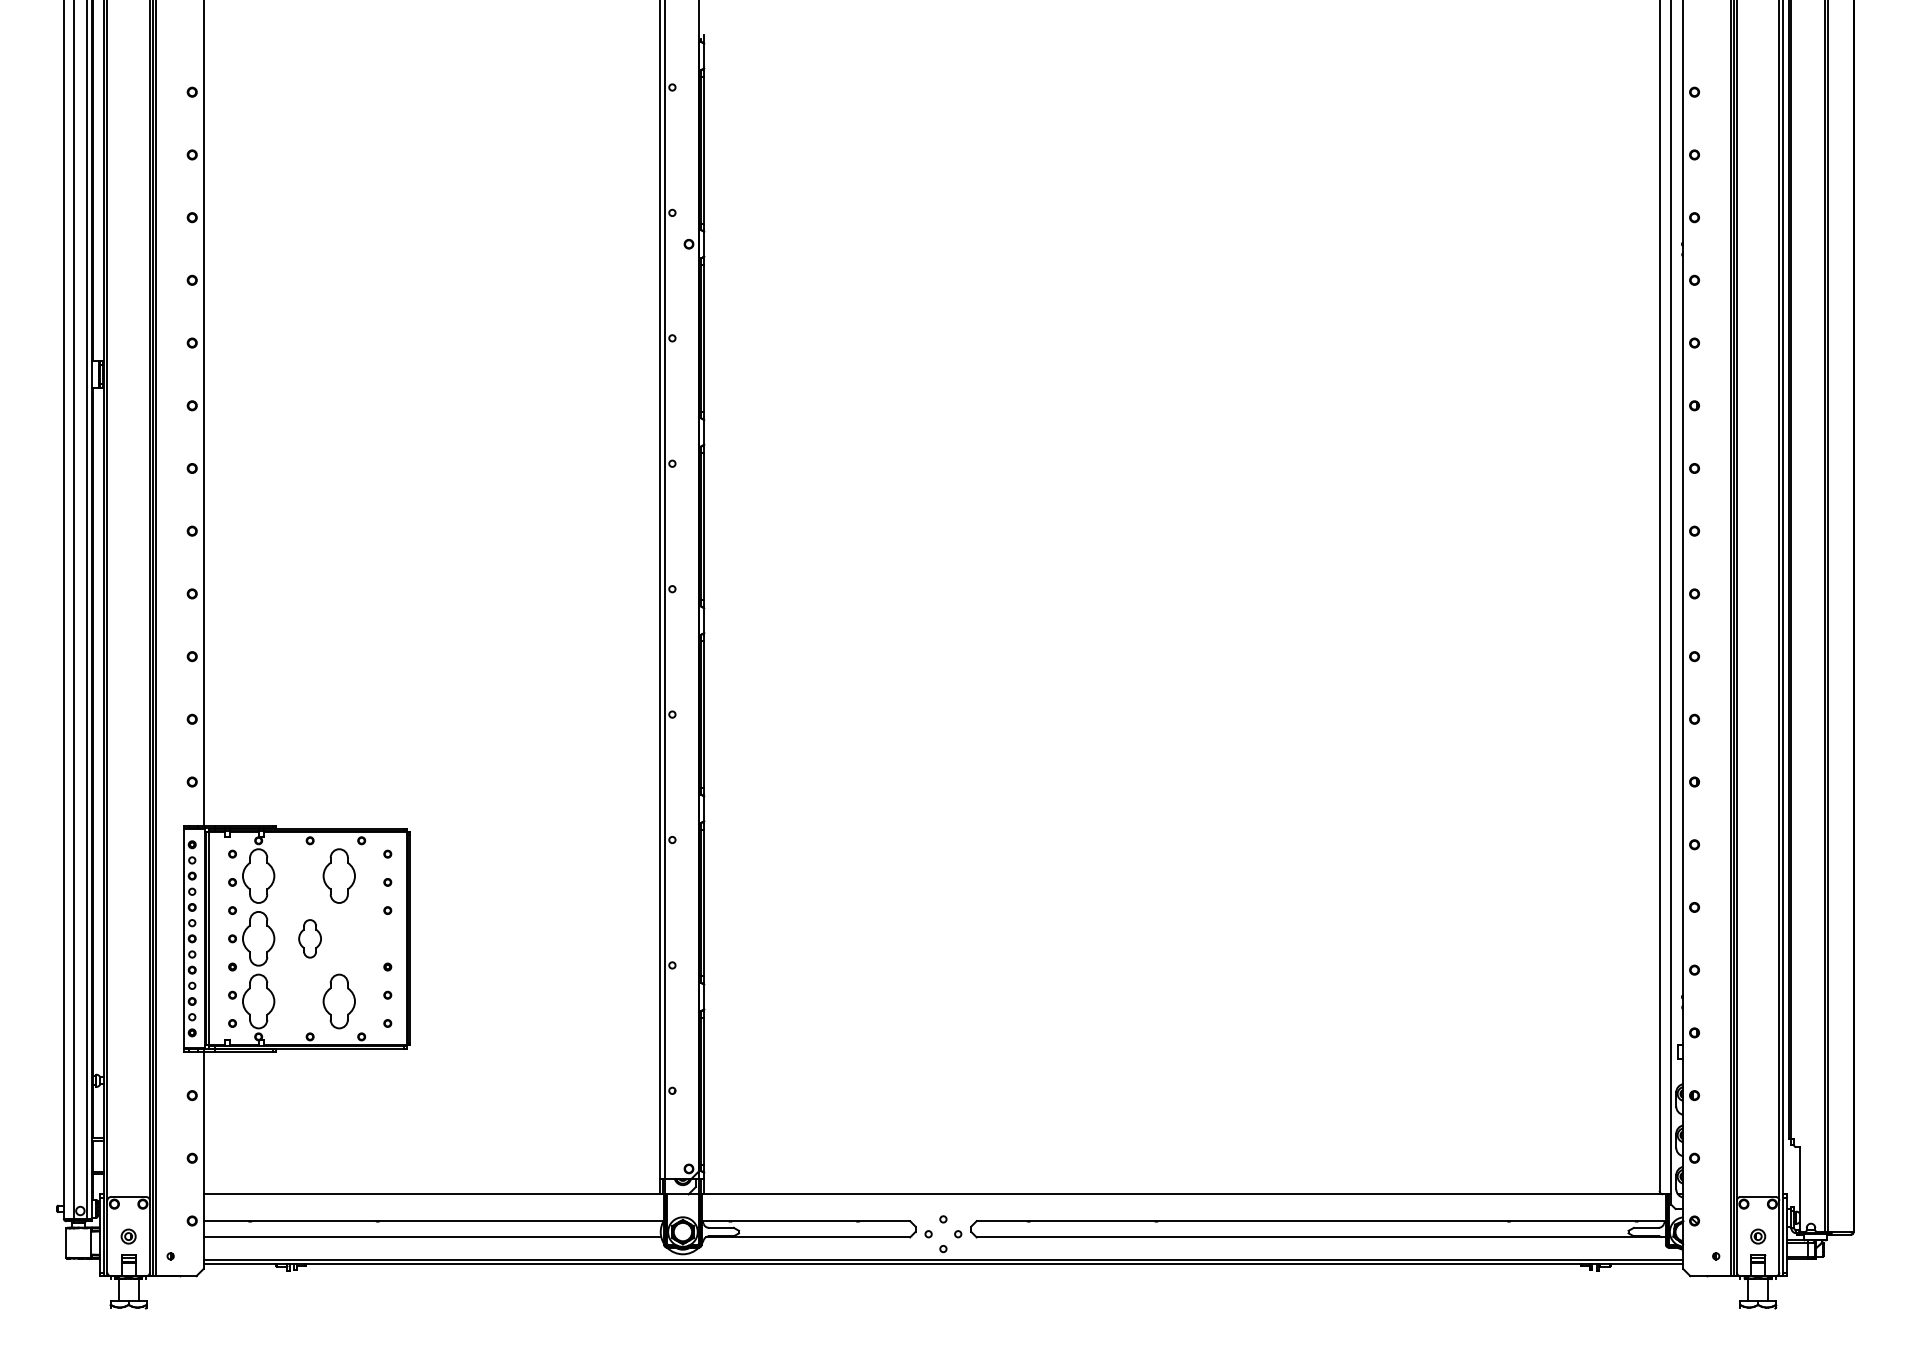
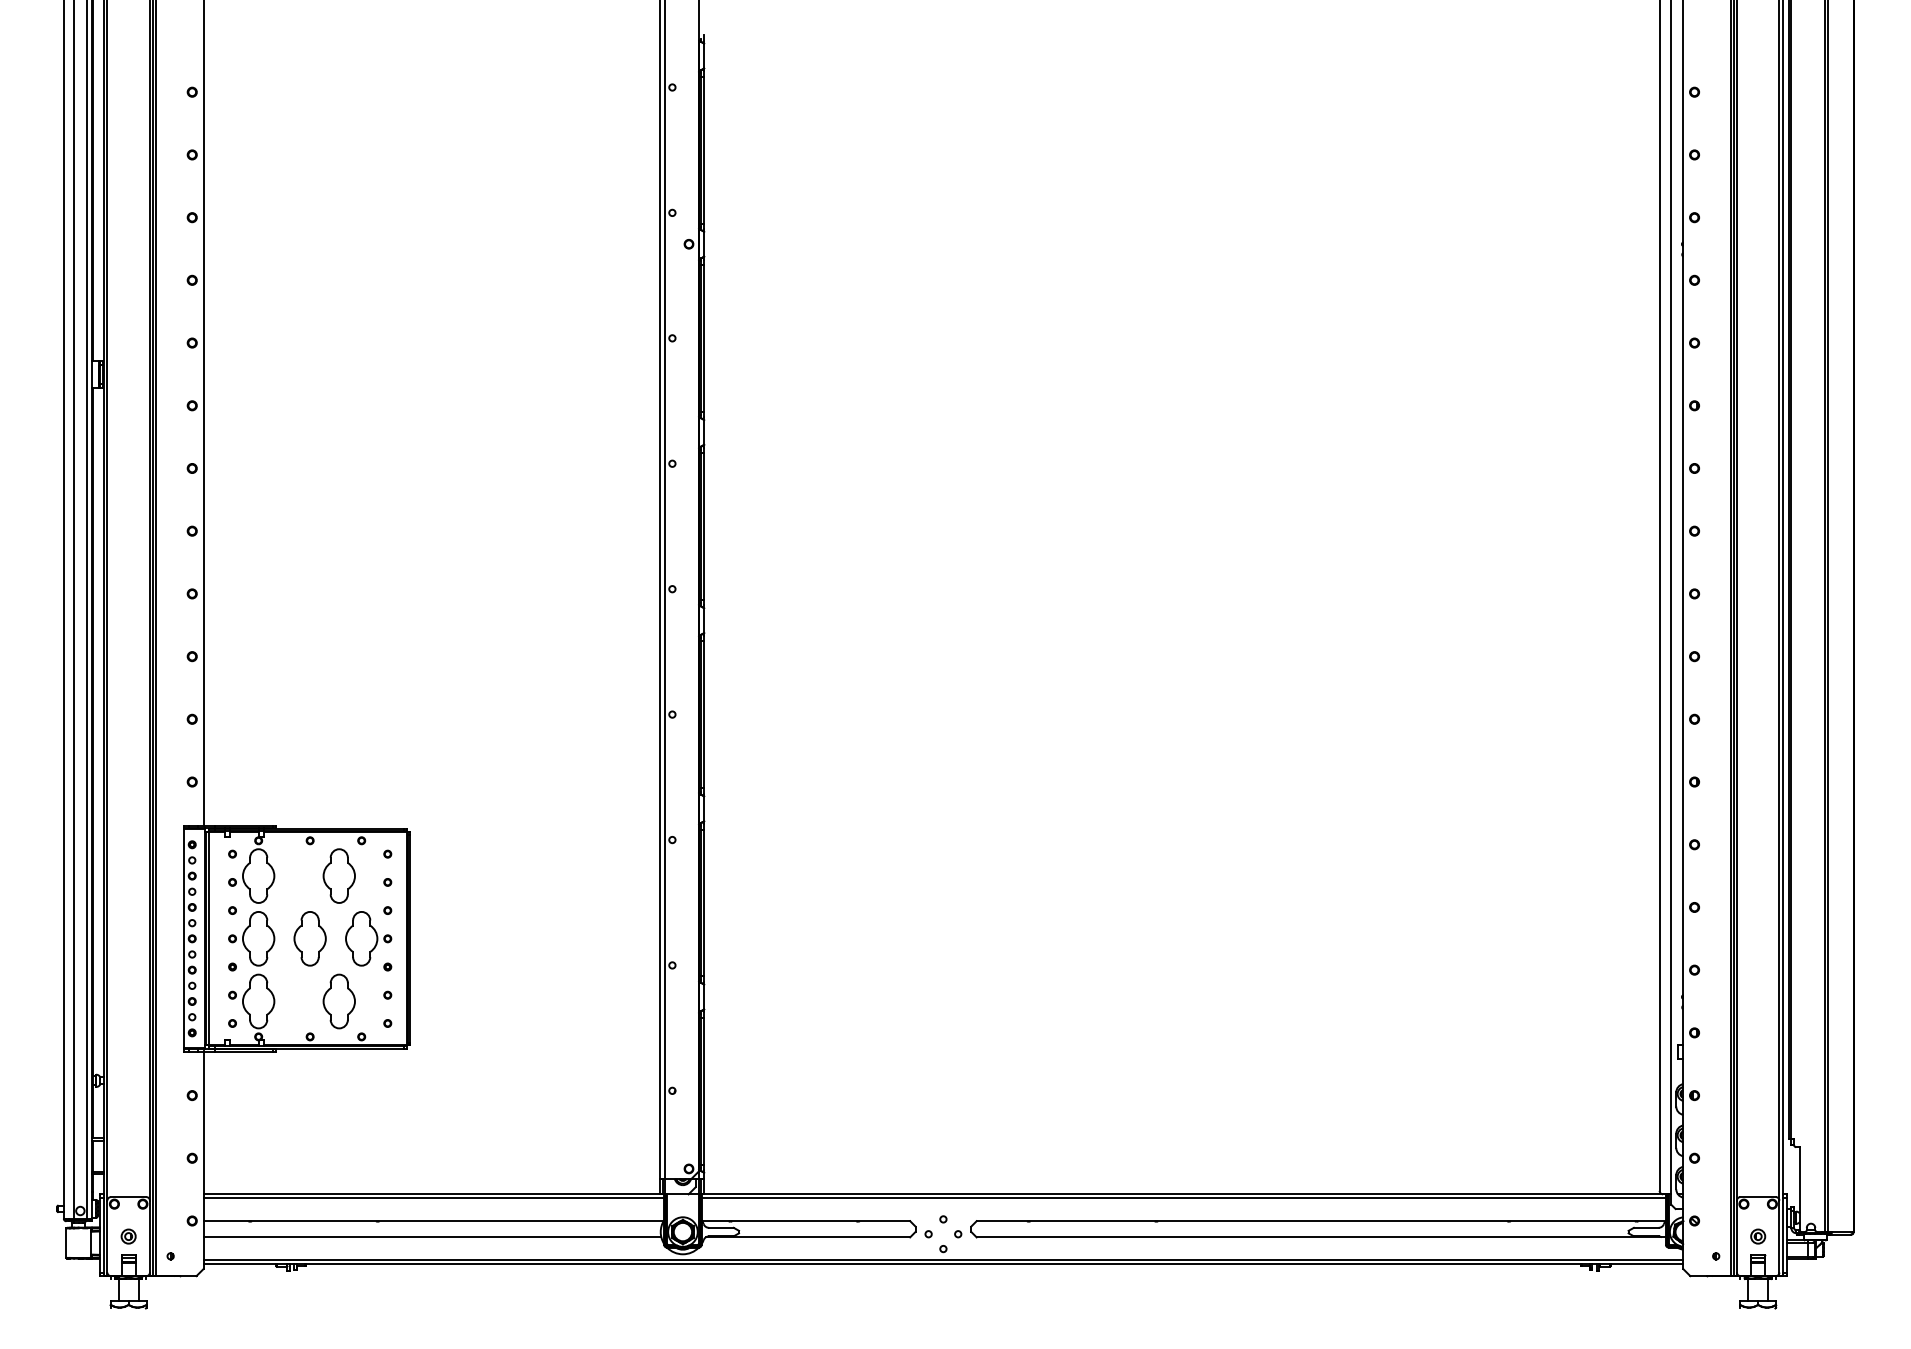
part at (309, 938) size: 24x40 px -> 34x56 px
part at (368, 938): none -> present
line at (433, 1198): none -> present
line at (1183, 1198): none -> present
